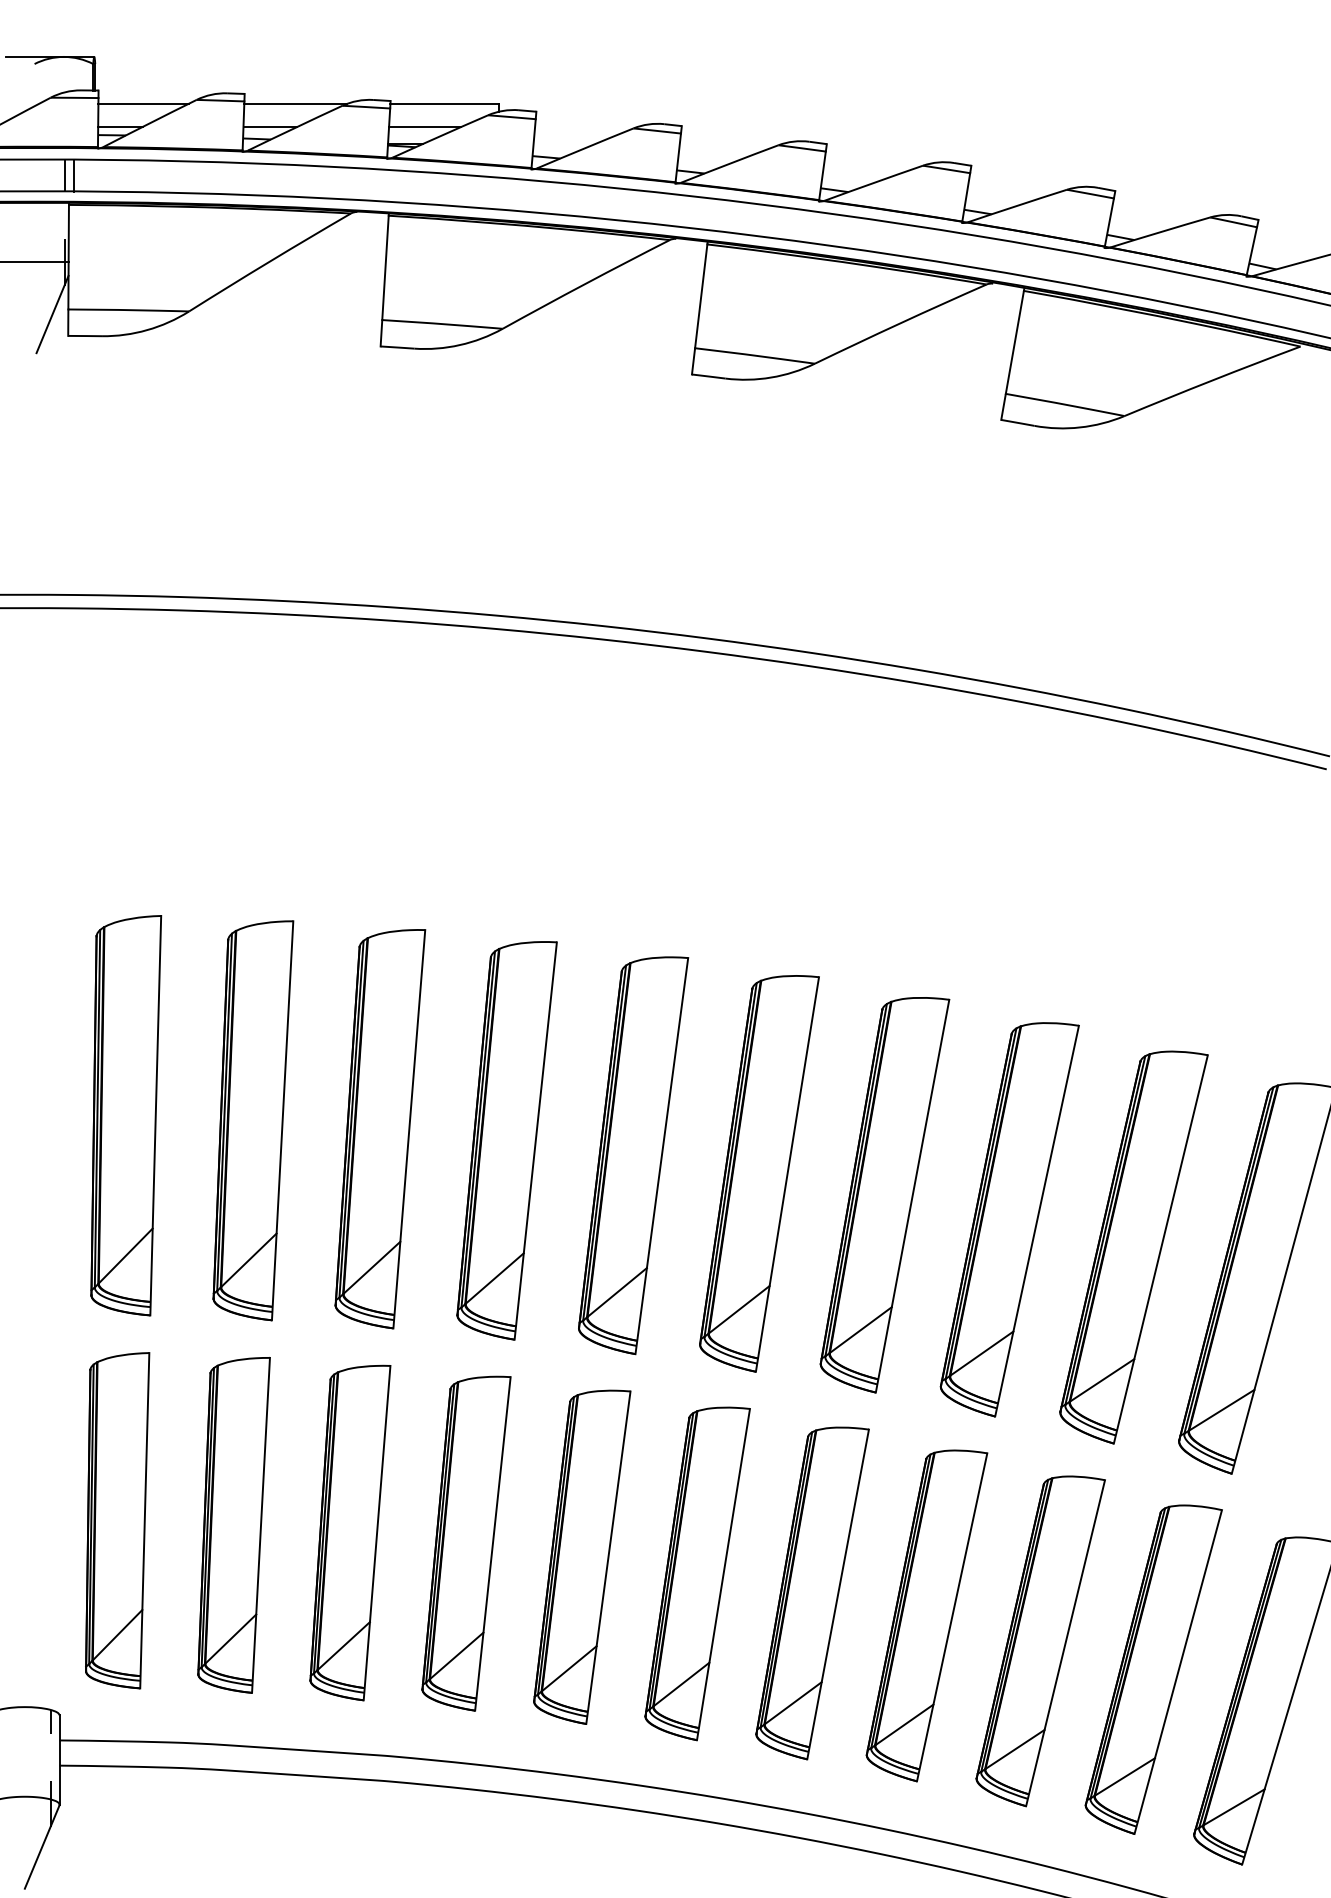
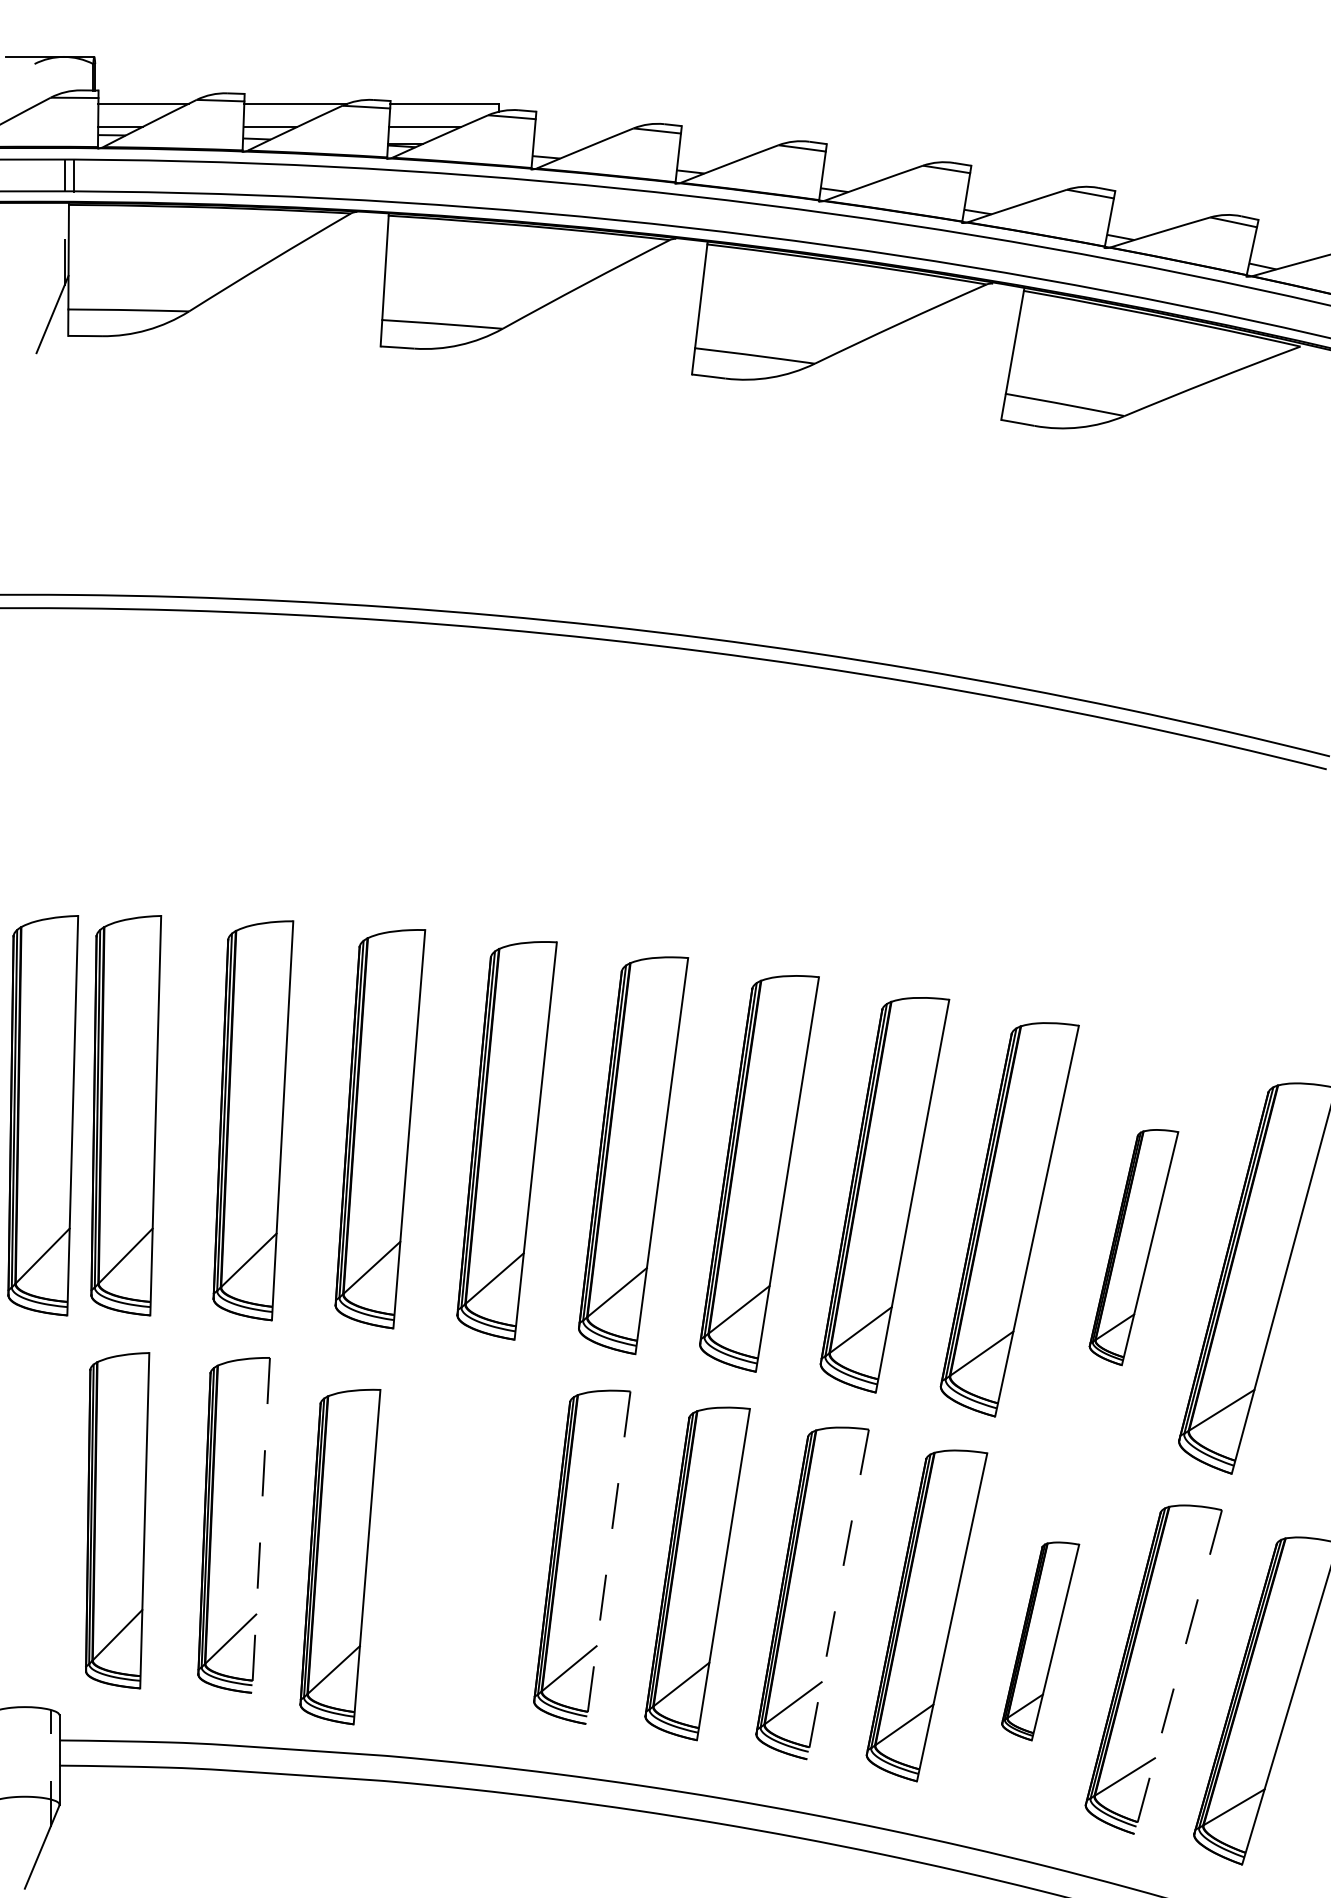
line at (35, 261): present -> none
part at (43, 1115): none -> present
part at (1133, 1247) size: 150x395 px -> 92x238 px
line at (261, 1525): solid -> dashed
part at (350, 1532) position: (350, 1532) -> (340, 1556)
part at (466, 1543): present -> none
line at (608, 1557): solid -> dashed
line at (838, 1594): solid -> dashed
part at (1040, 1641) size: 131x333 px -> 80x201 px
line at (1178, 1672): solid -> dashed
